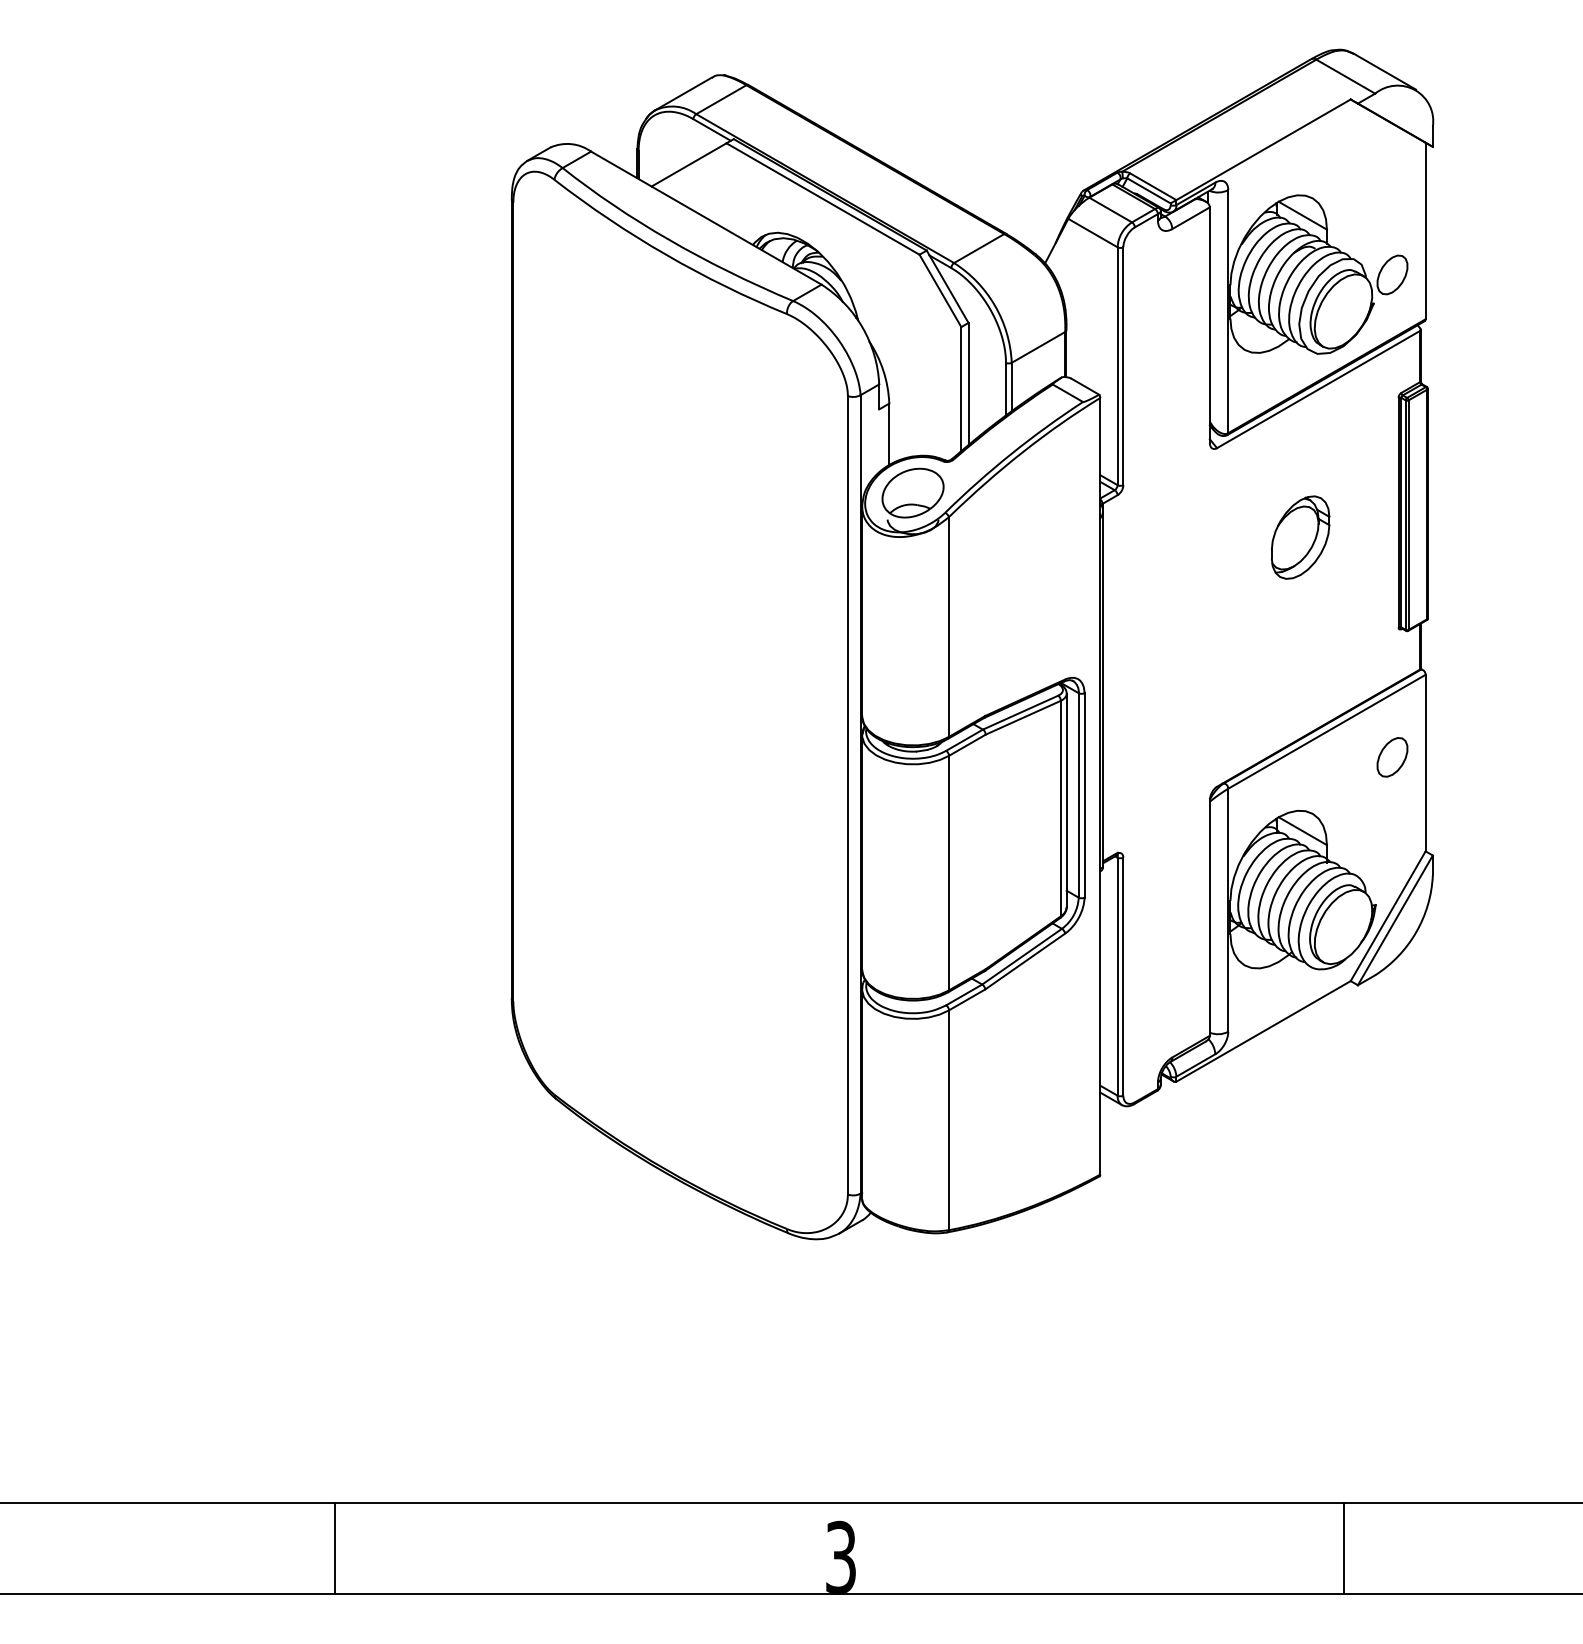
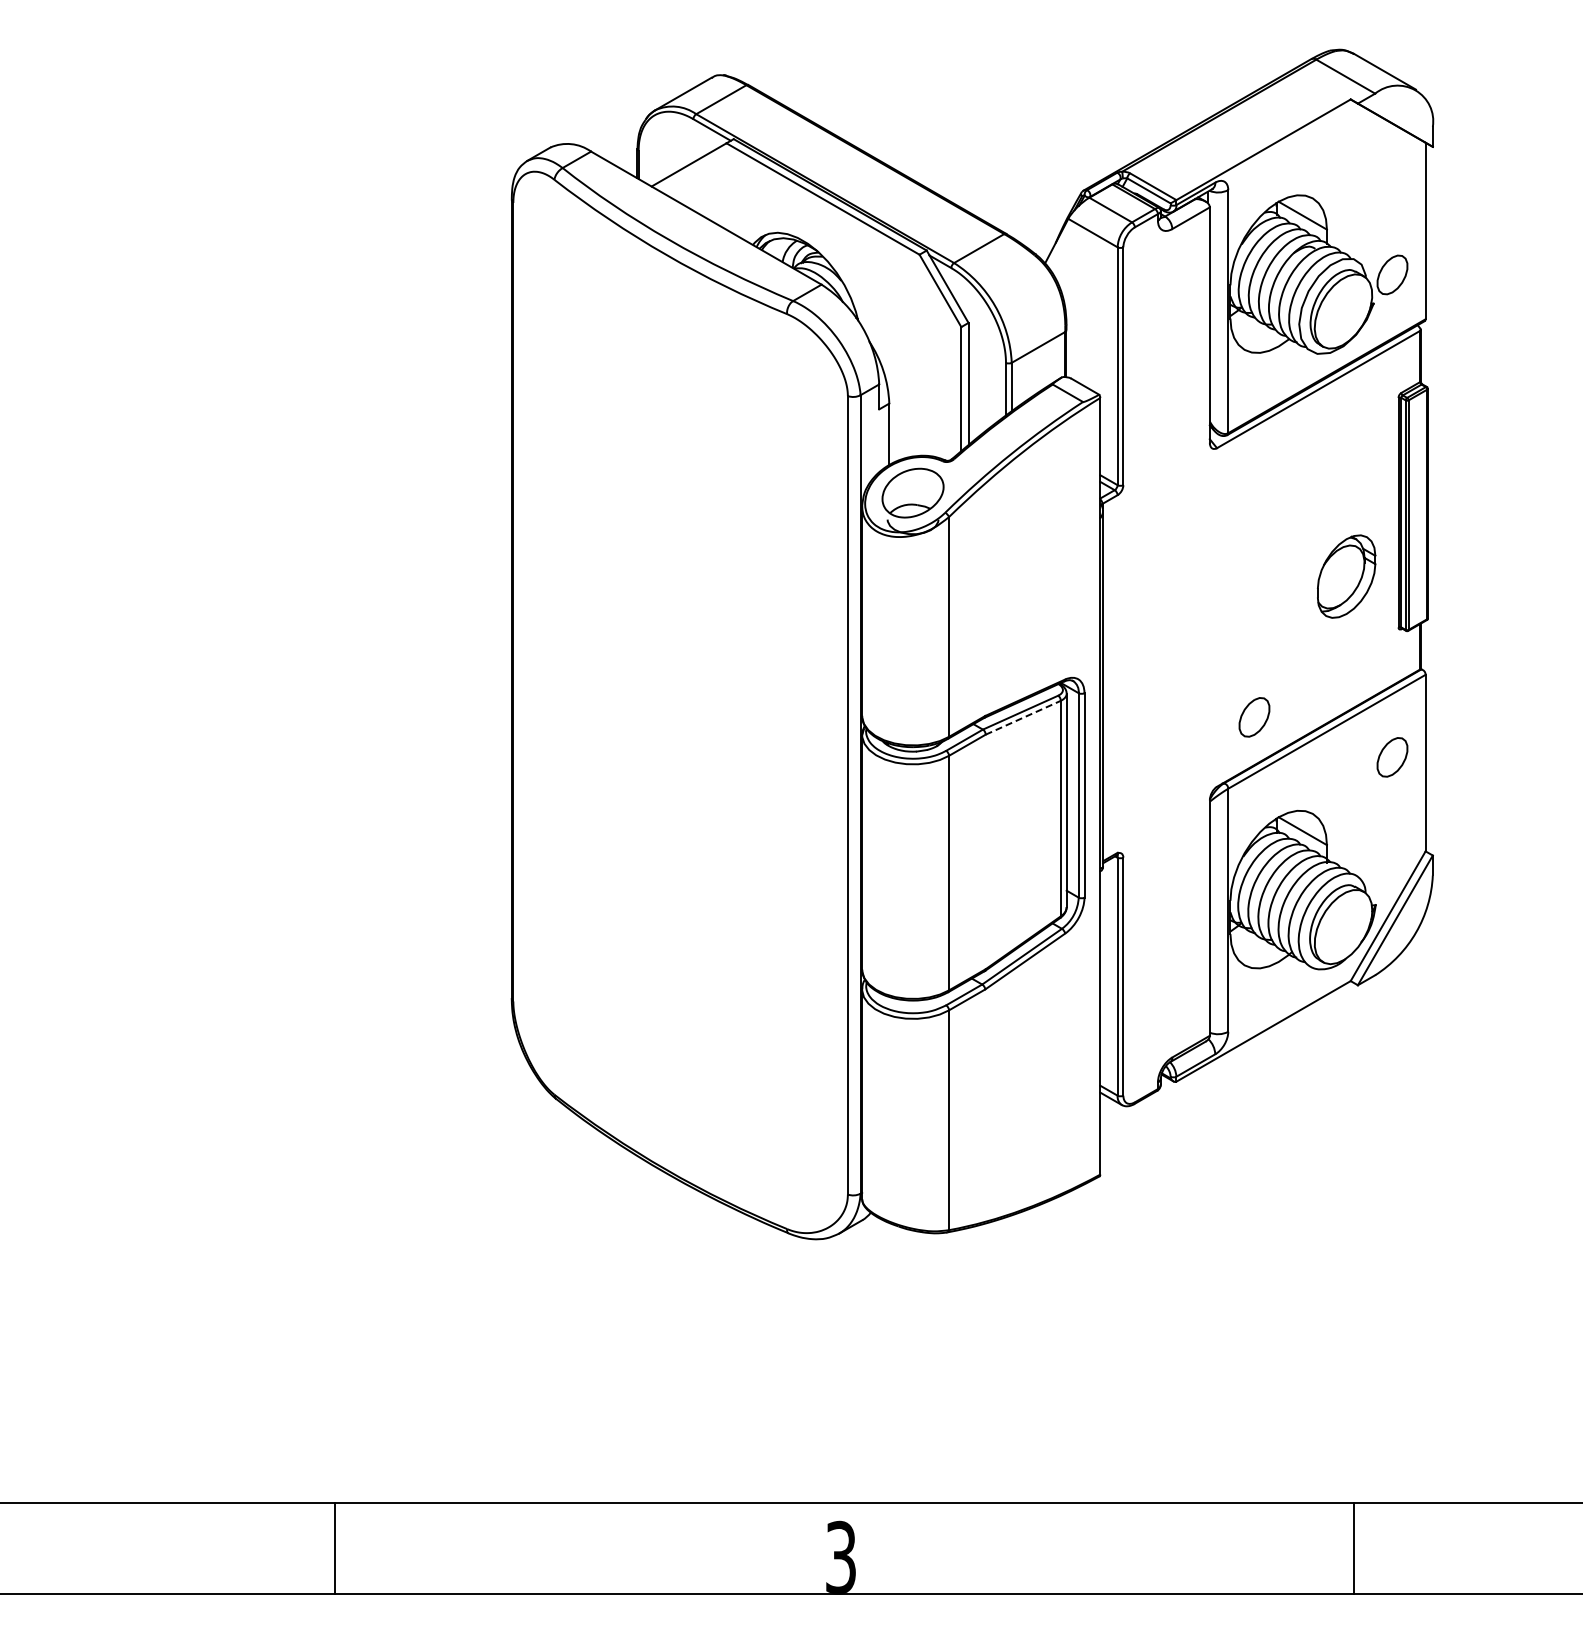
part at (1300, 537) position: (1300, 537) -> (1346, 576)
line at (1023, 717): solid -> dashed
part at (1254, 717): none -> present
line at (1343, 1548) position: (1343, 1548) -> (1353, 1548)
